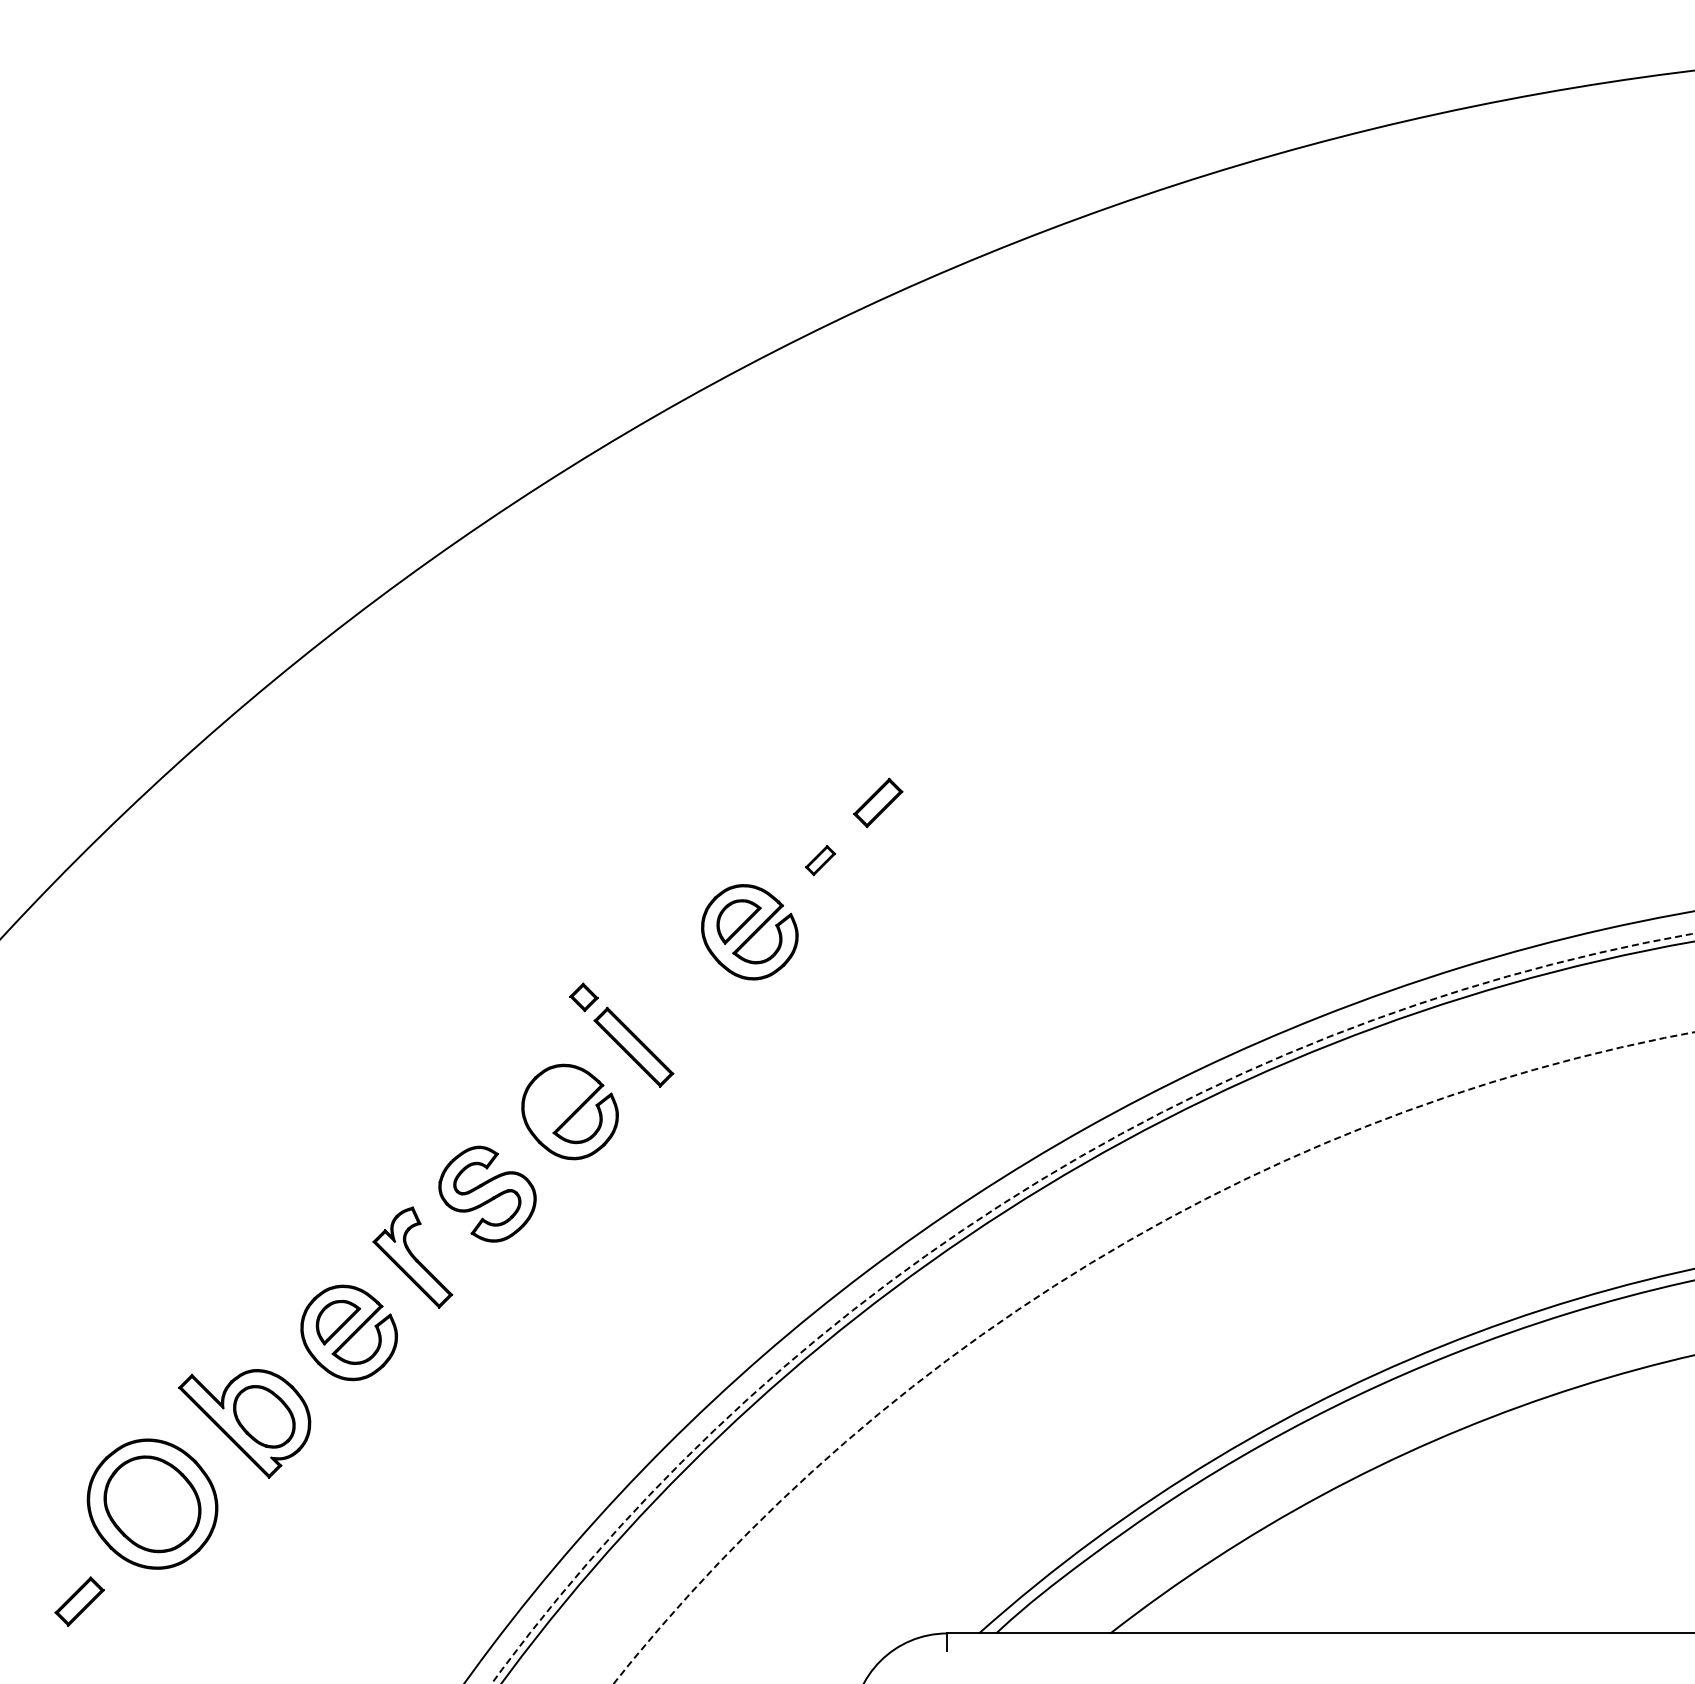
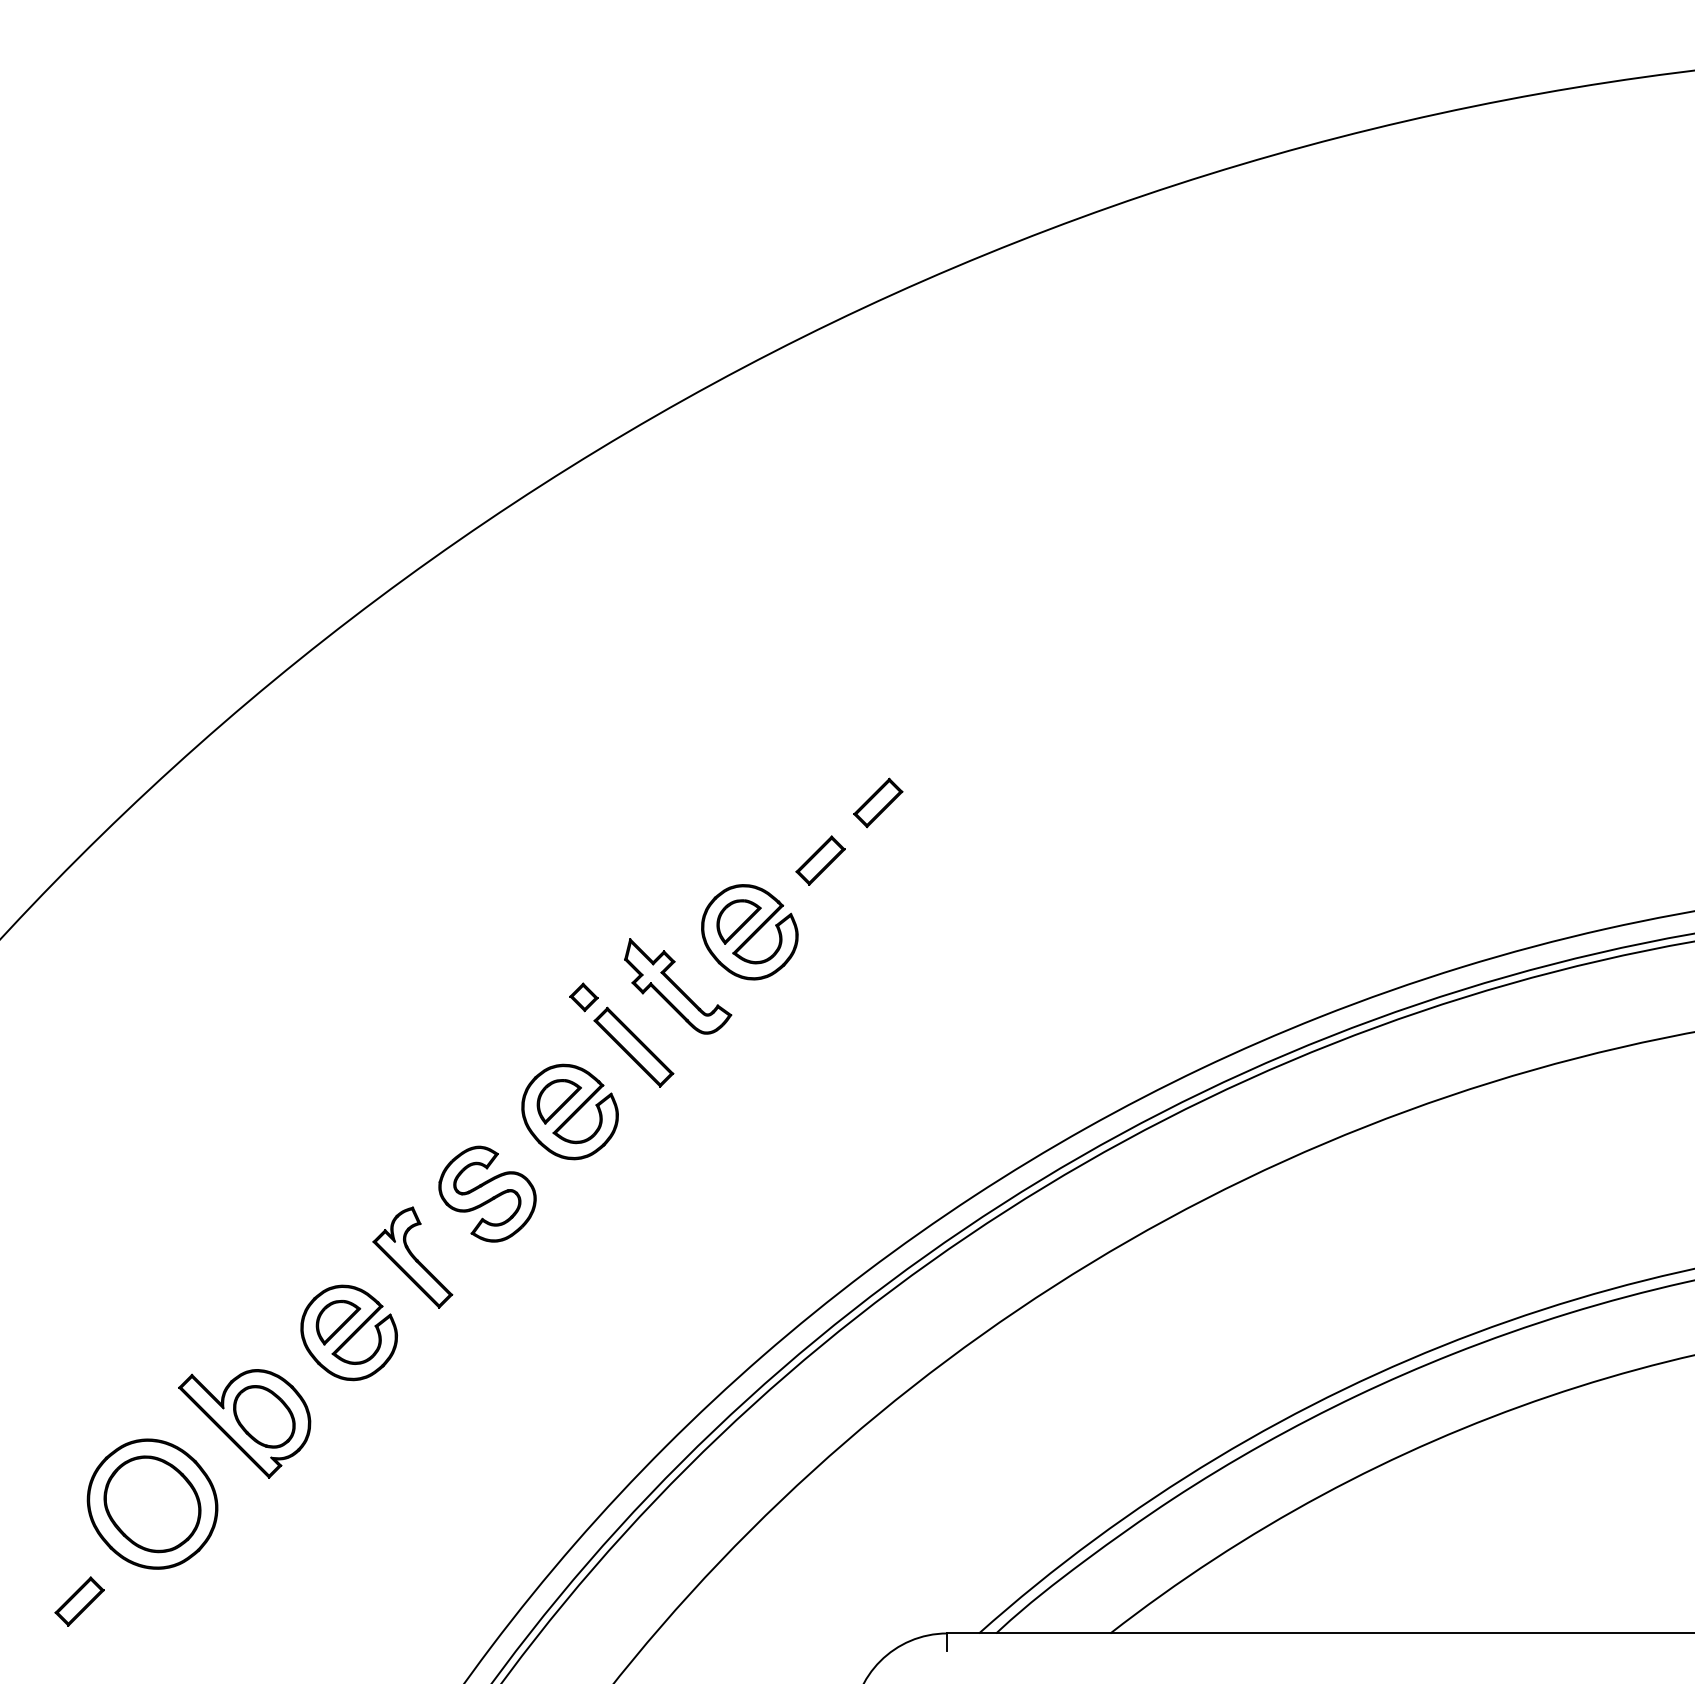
part at (820, 860) size: 32x32 px -> 51x51 px
part at (678, 986): none -> present
part at (558, 1101): none -> present
circle at (1092, 1308): dashed -> solid
circle at (1153, 1357): dashed -> solid
